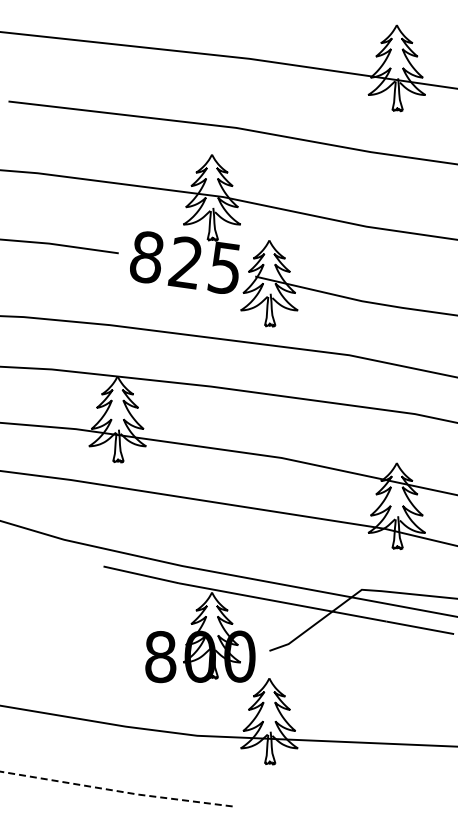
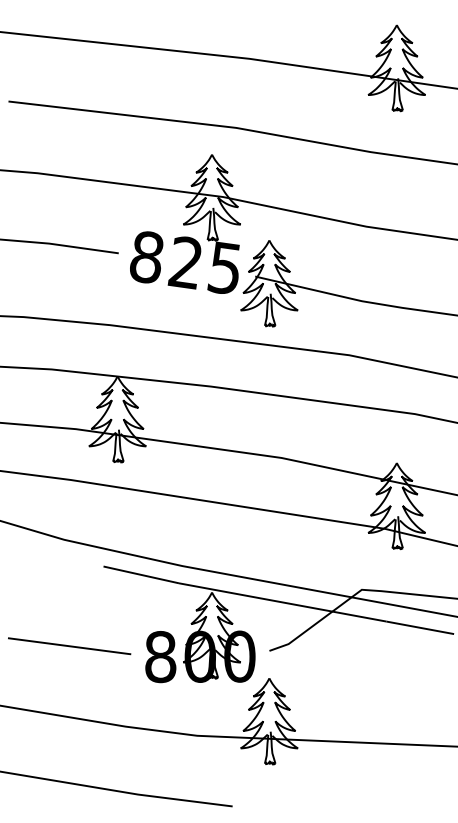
line at (69, 646): none -> present
line at (116, 790): dashed -> solid
